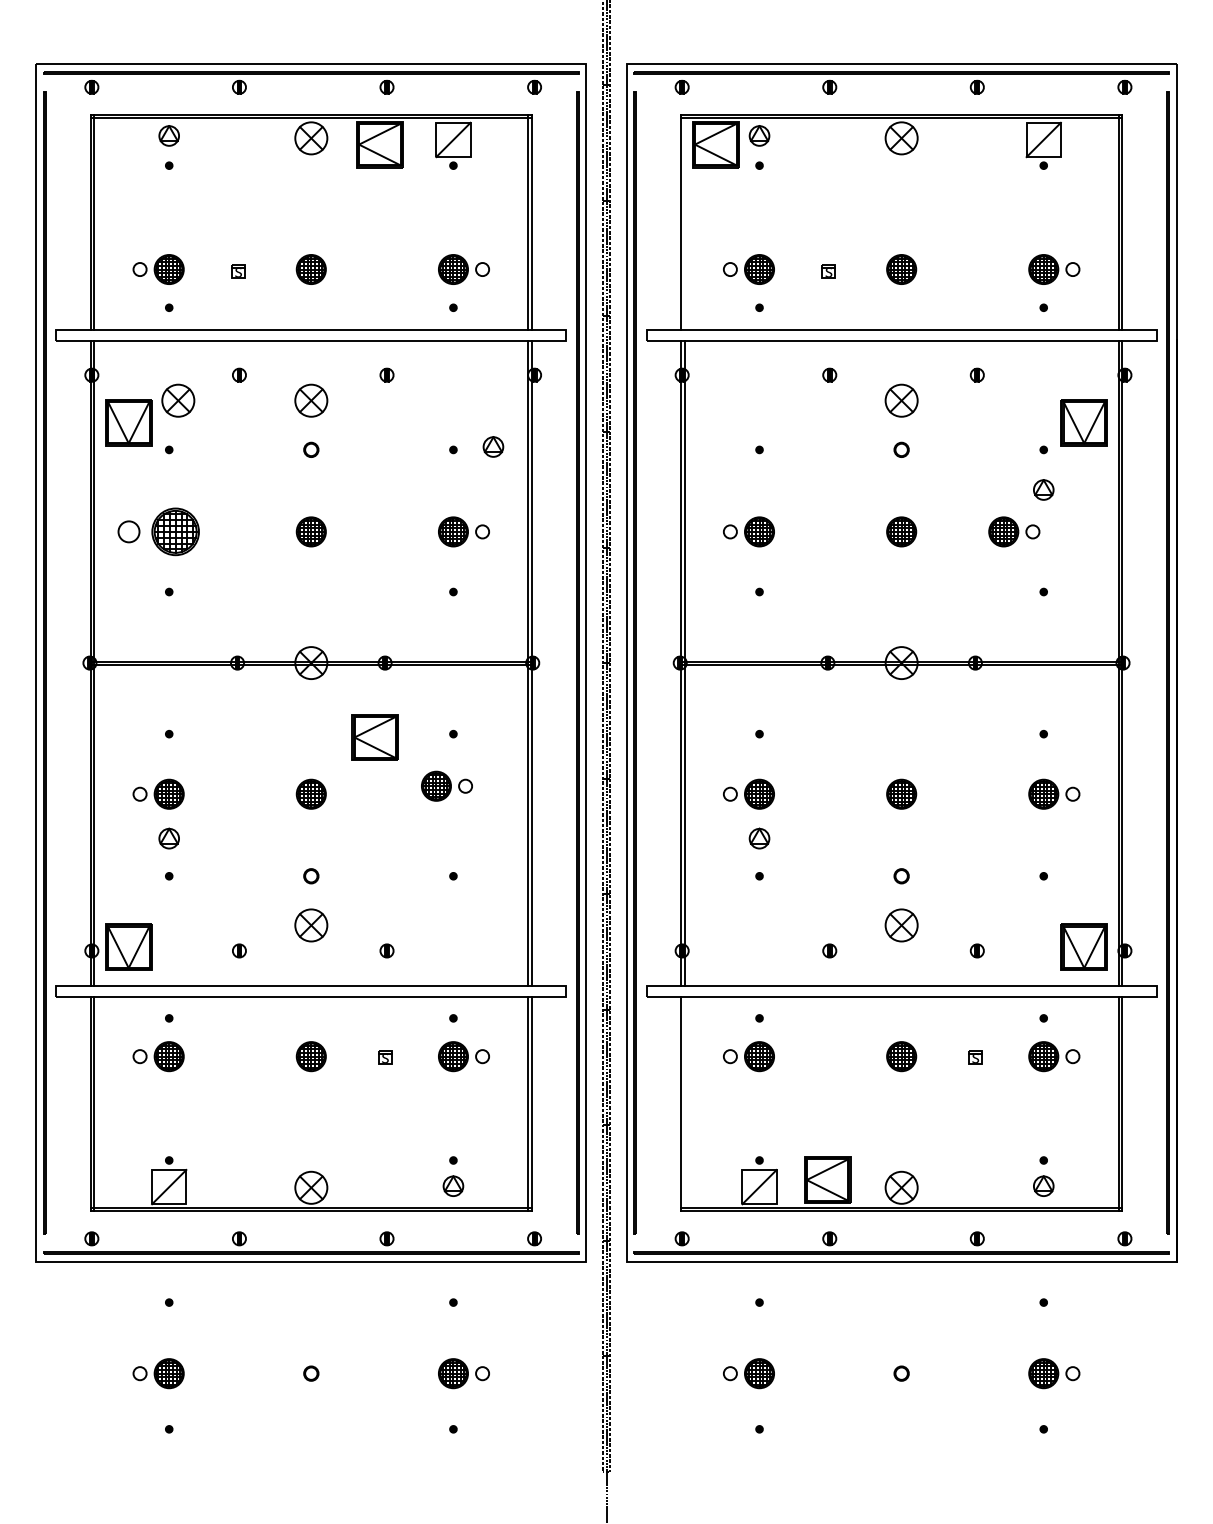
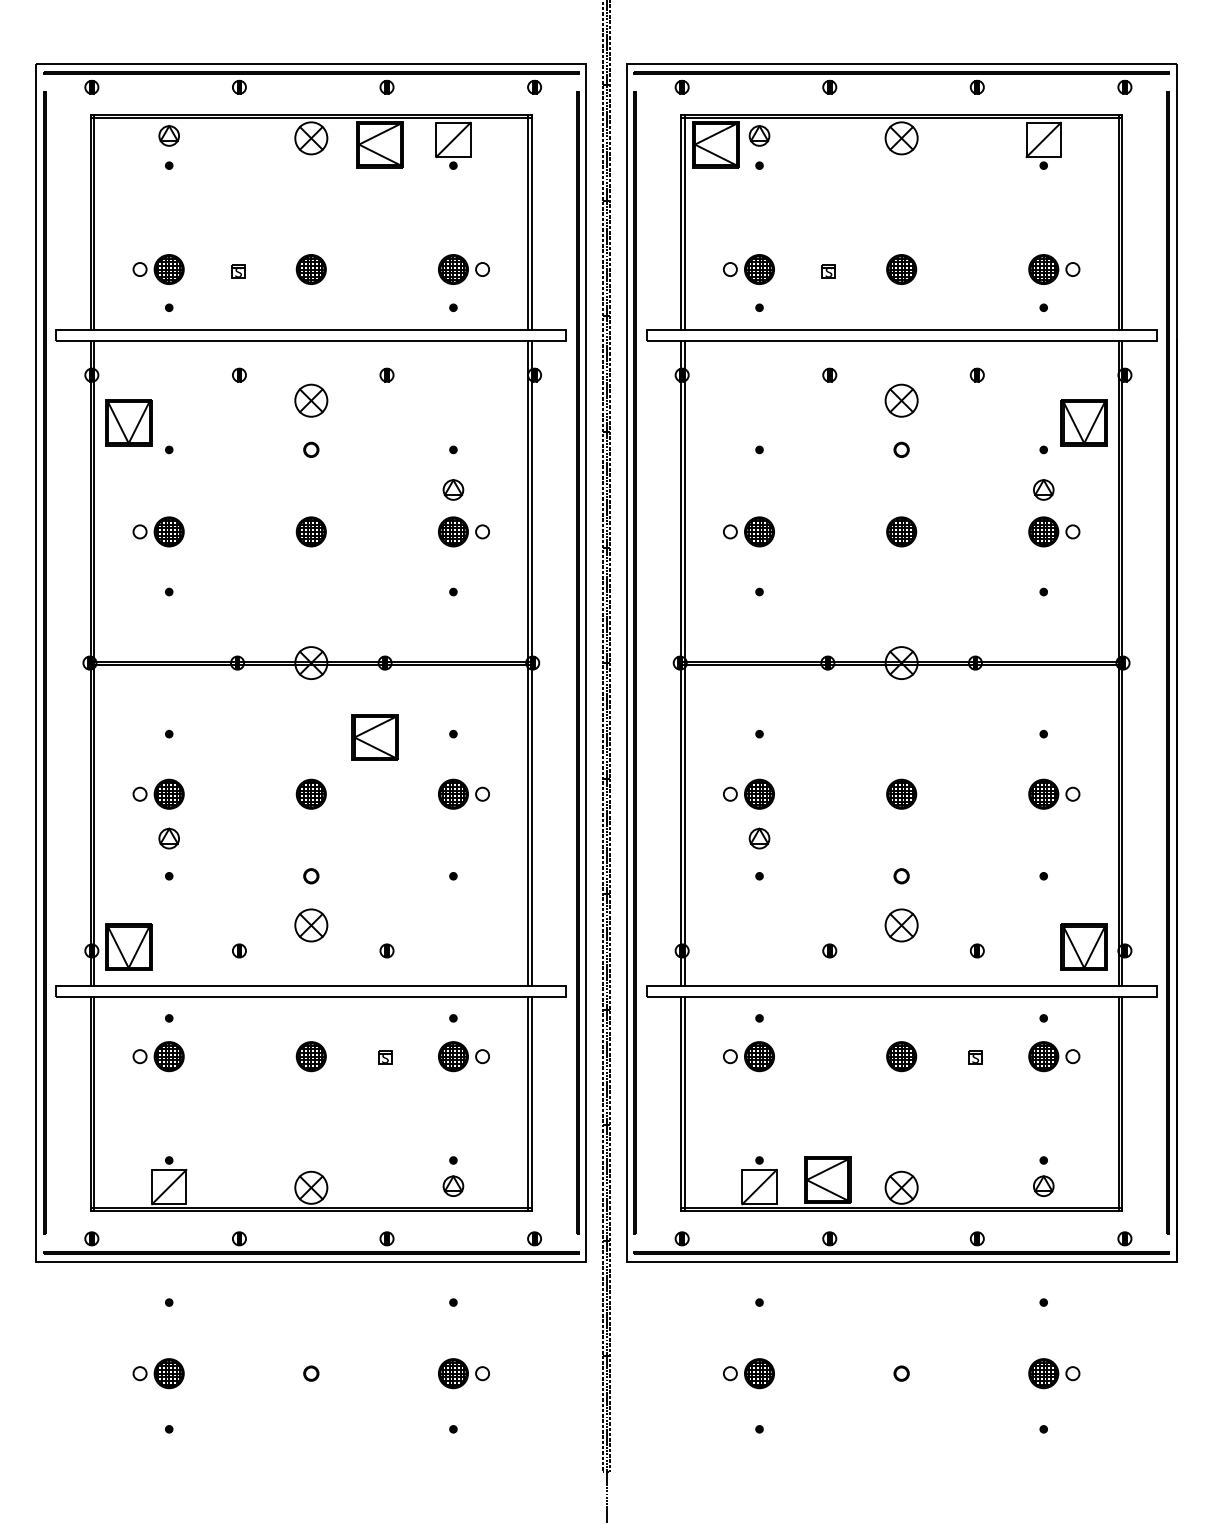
line at (684, 221): none -> present
part at (178, 400): present -> none
part at (493, 446) position: (493, 446) -> (453, 489)
part at (158, 531) size: 83x50 px -> 53x32 px
part at (1014, 531) position: (1014, 531) -> (1054, 531)
part at (446, 785) position: (446, 785) -> (463, 793)
line at (684, 1103): none -> present
